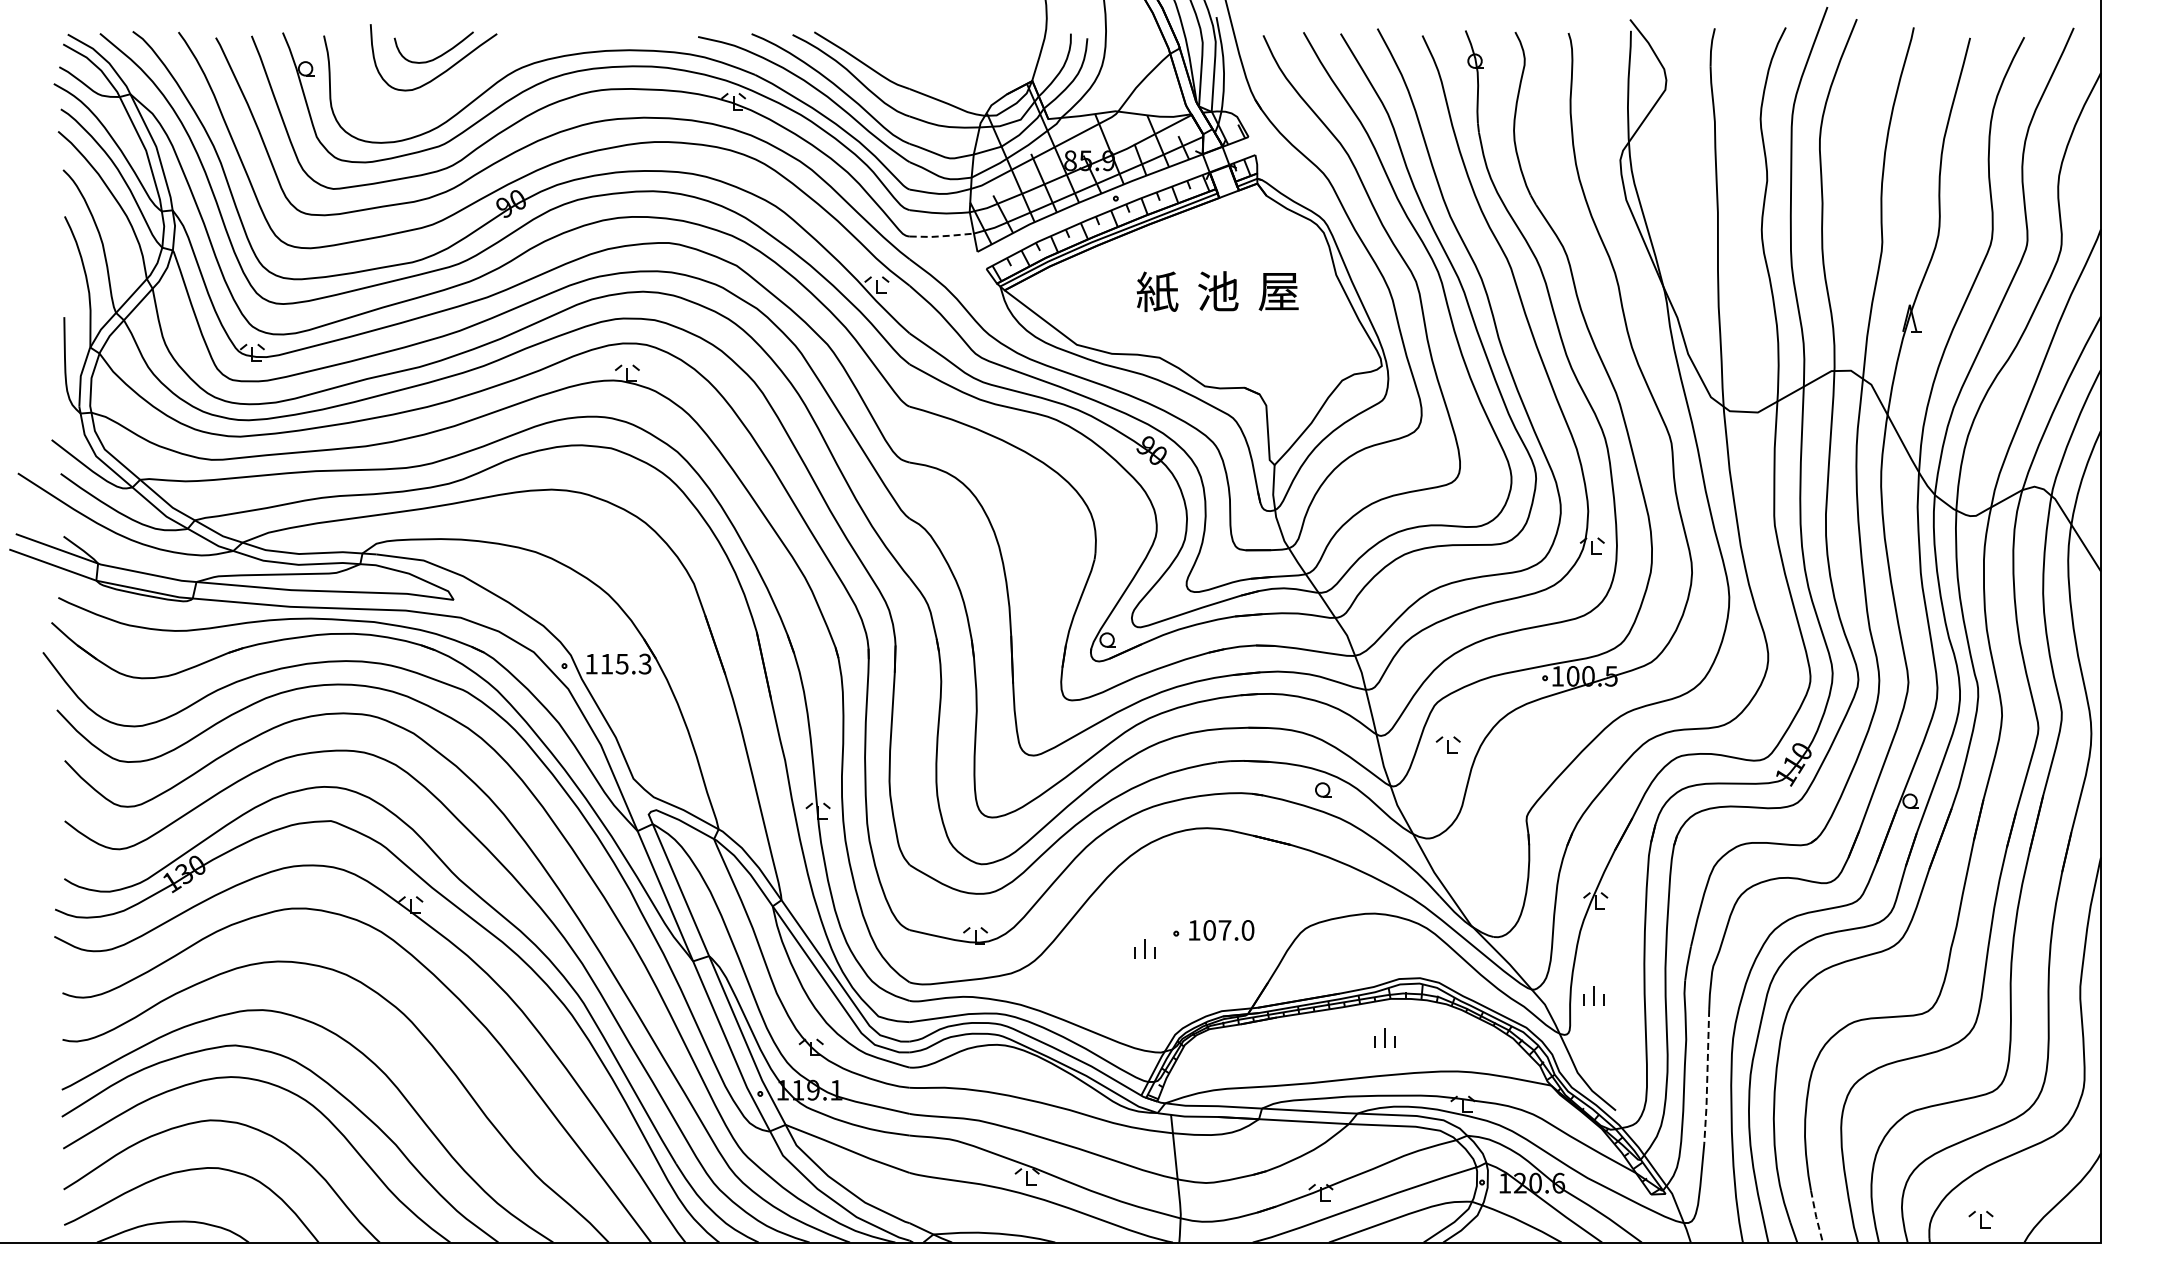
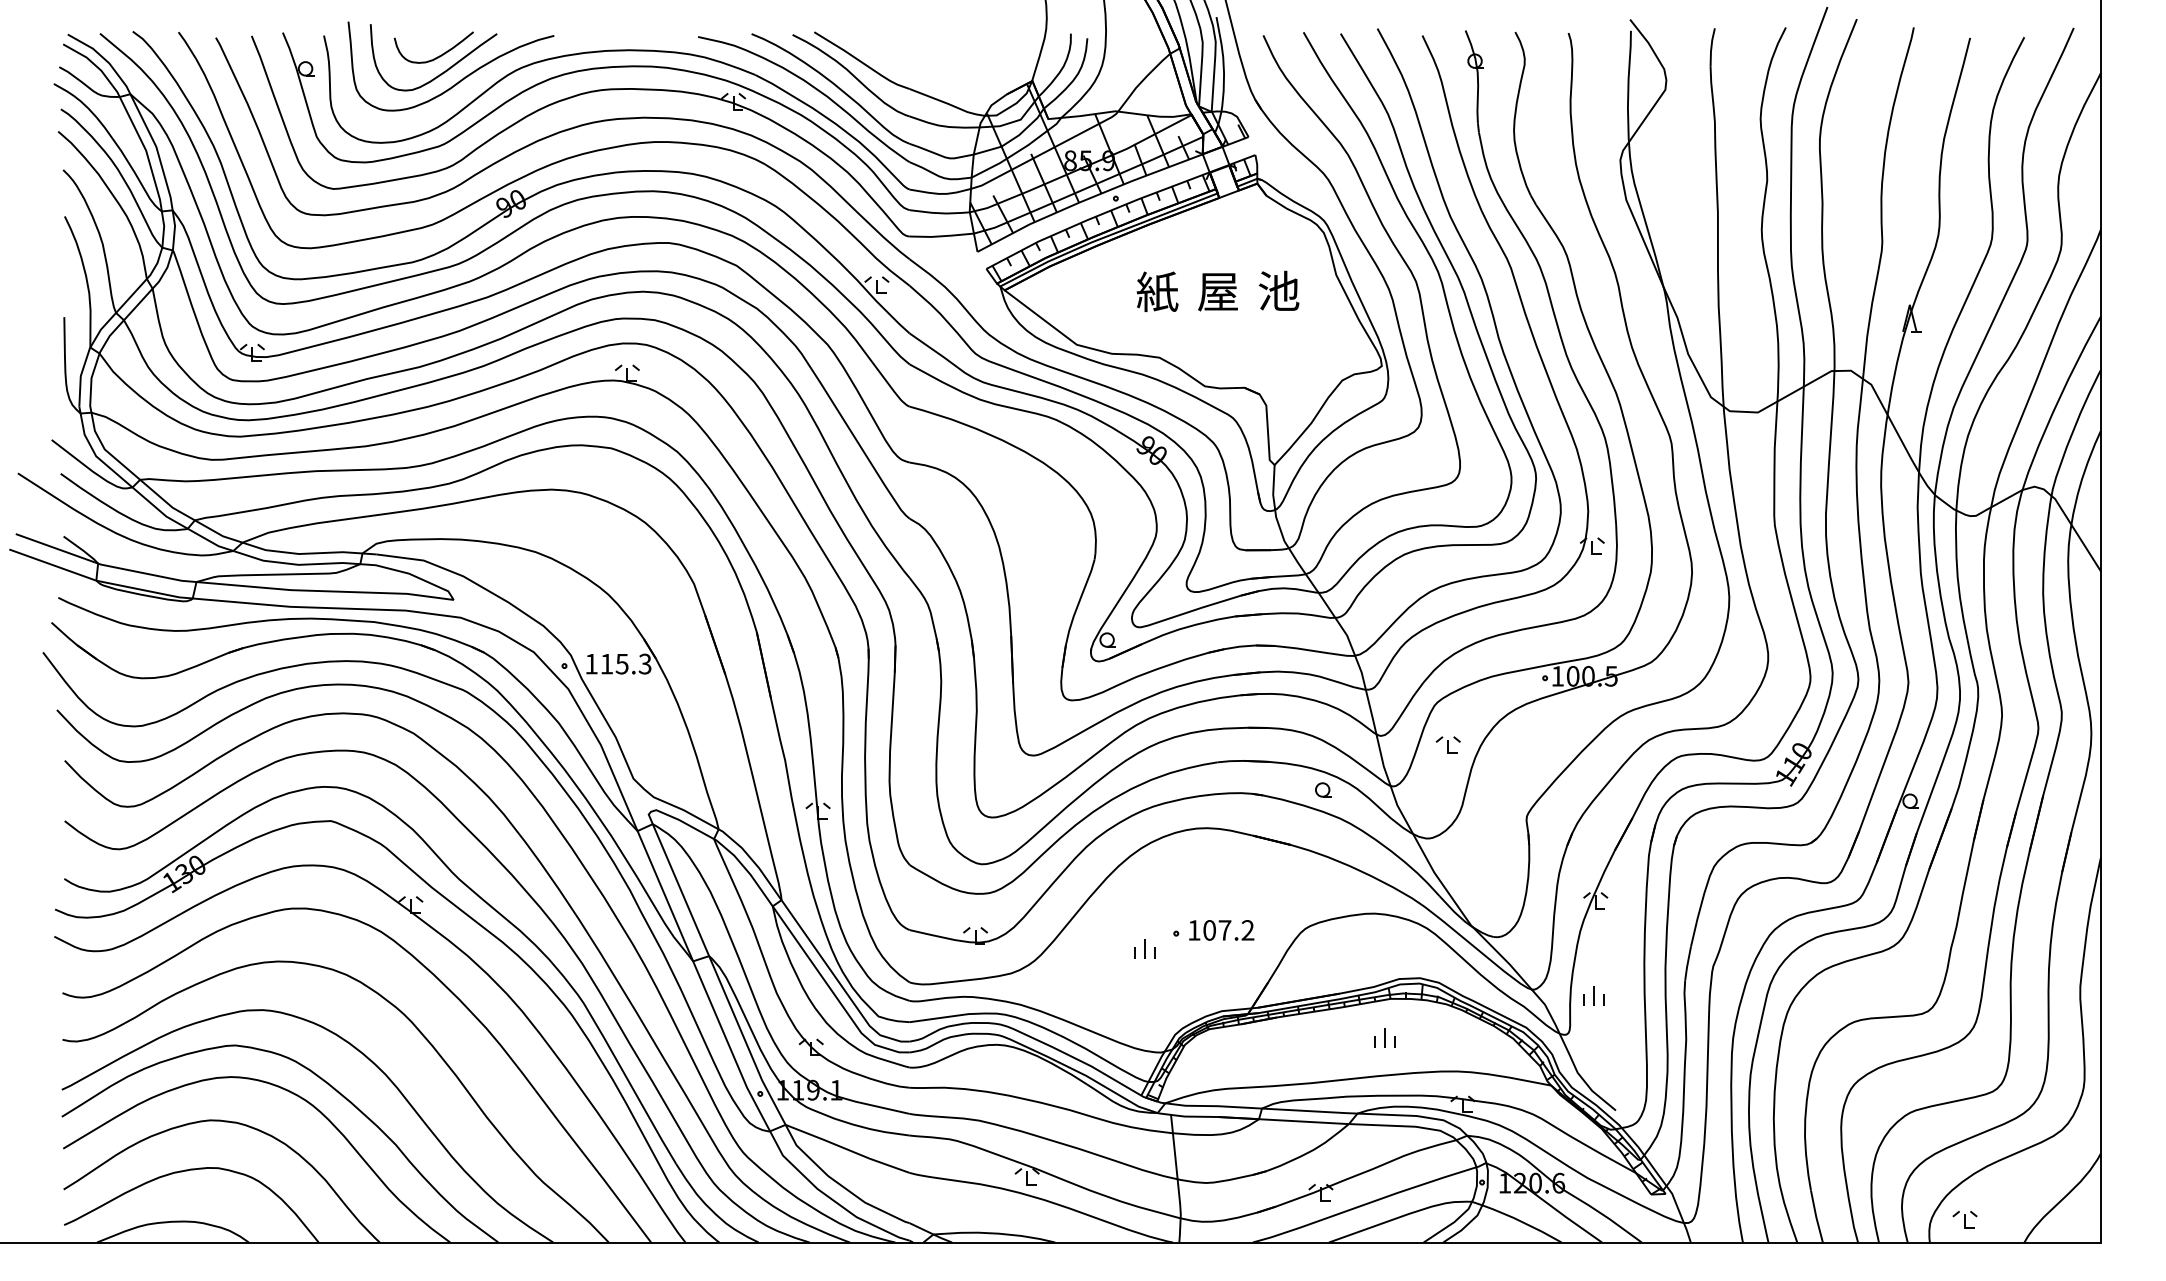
curve at (459, 80): none -> present
line at (941, 236): dashed -> solid
text at (1278, 290): 屋 -> 池
text at (1218, 291): 池 -> 屋
text at (1247, 930): 107.0 -> 107.2
line at (1707, 1077): dashed -> solid
line at (1816, 1217): dashed -> solid
part at (1980, 1219) position: (1980, 1219) -> (1964, 1219)
